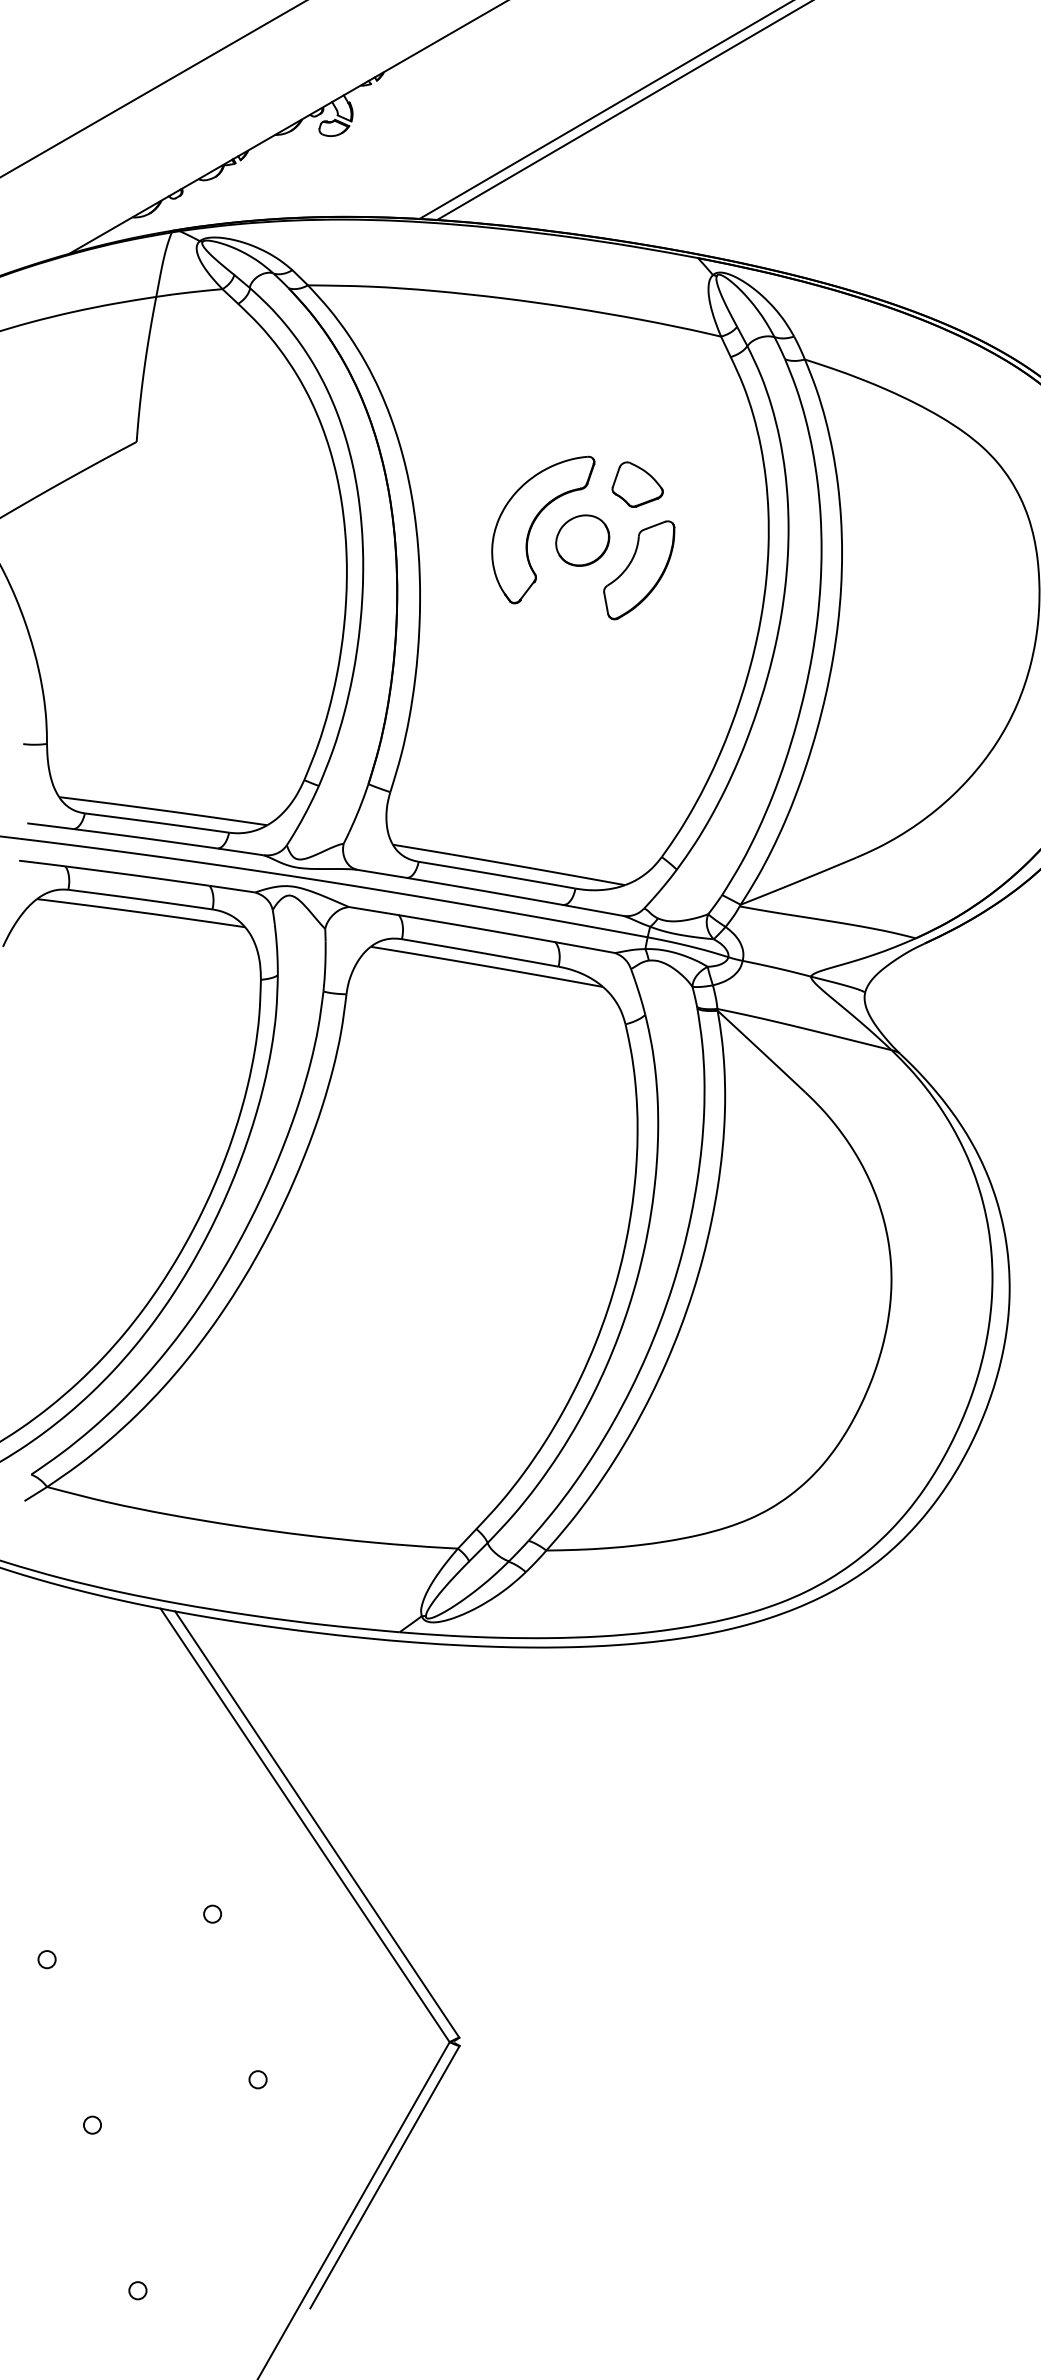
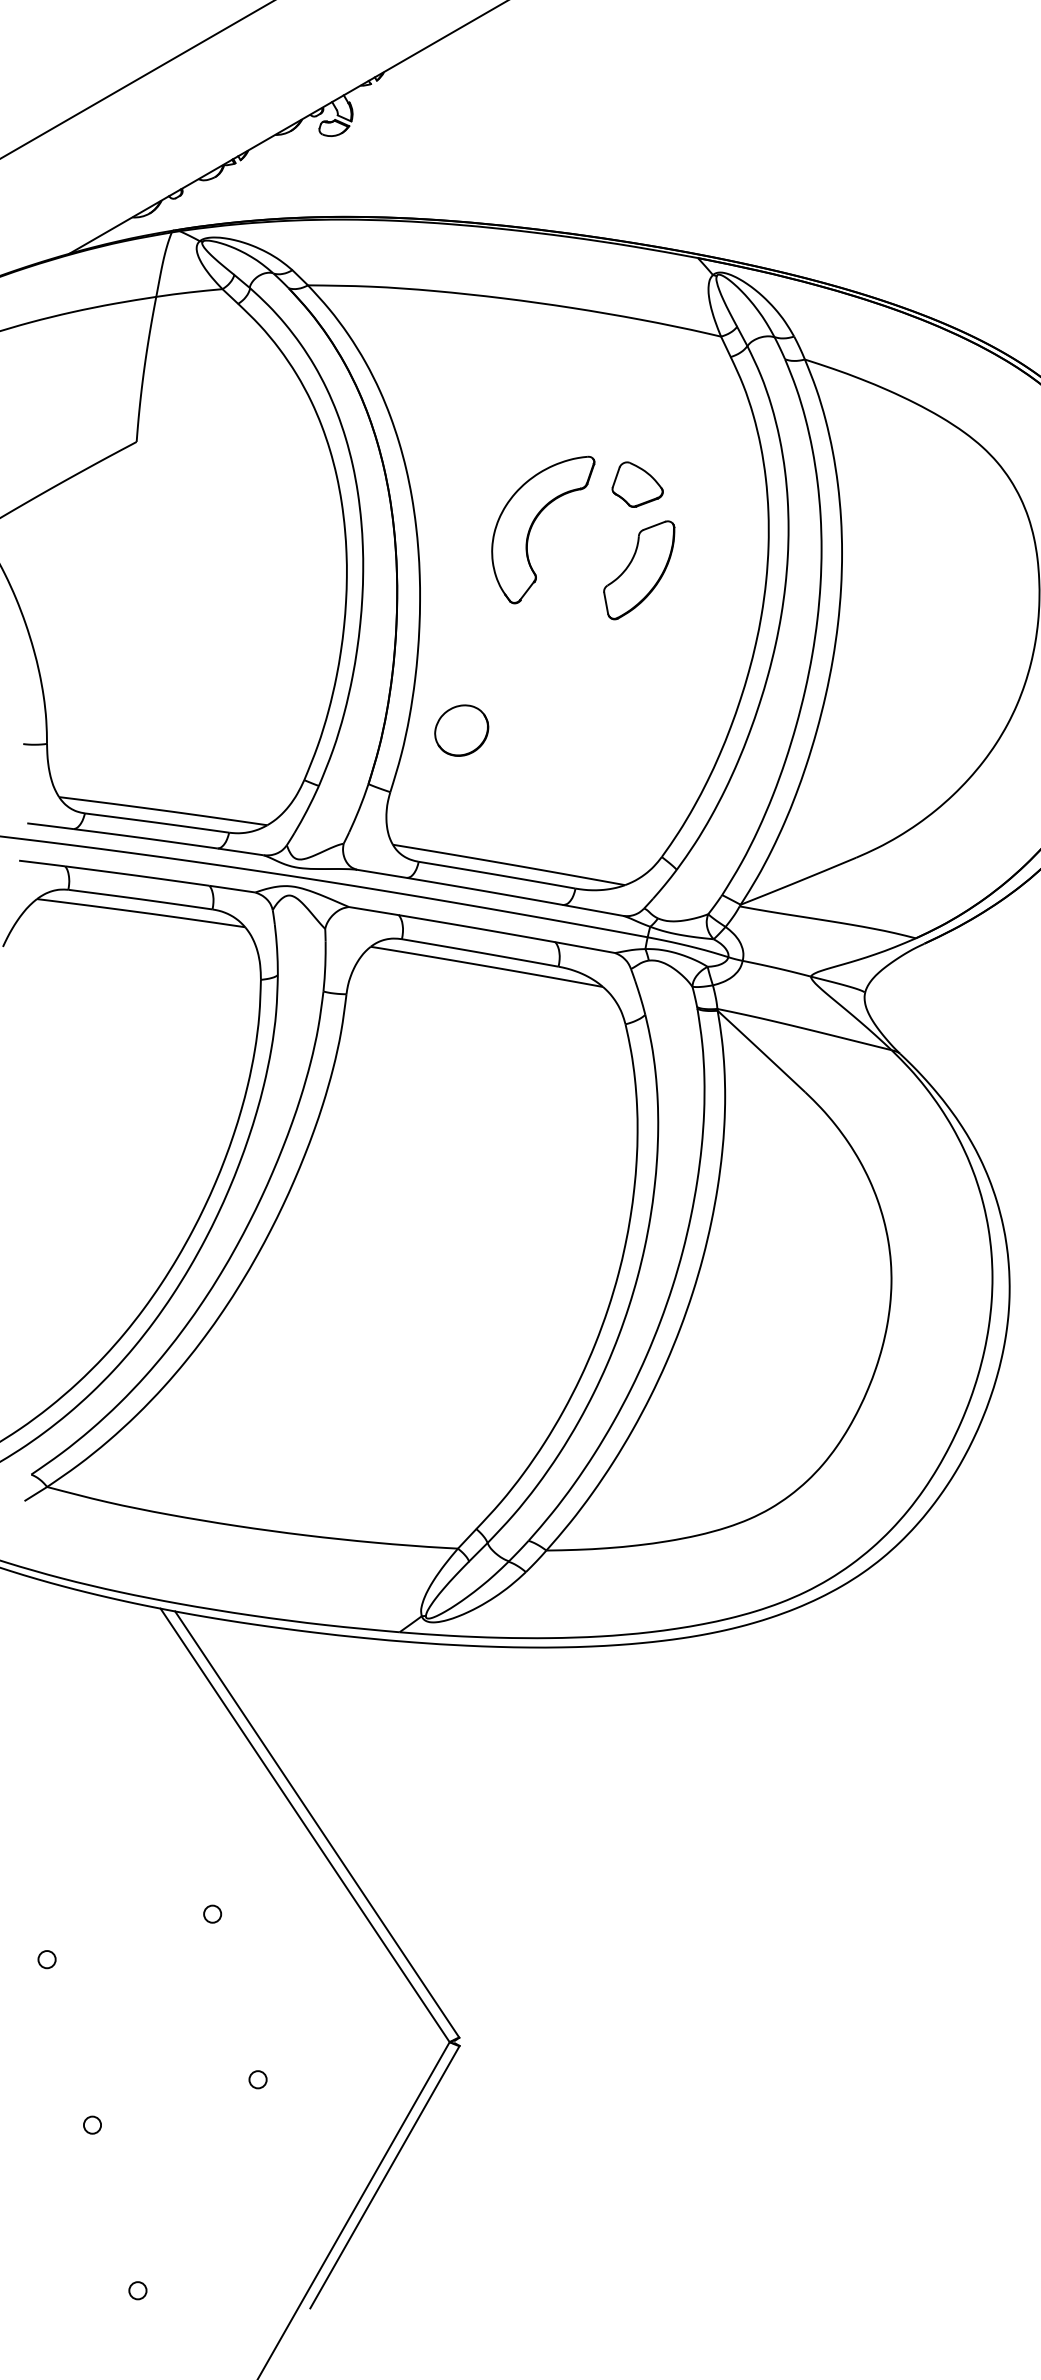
line at (152, 88) position: (152, 88) -> (136, 79)
line at (604, 110): present -> none
line at (623, 111): present -> none
part at (582, 540) position: (582, 540) -> (461, 730)
